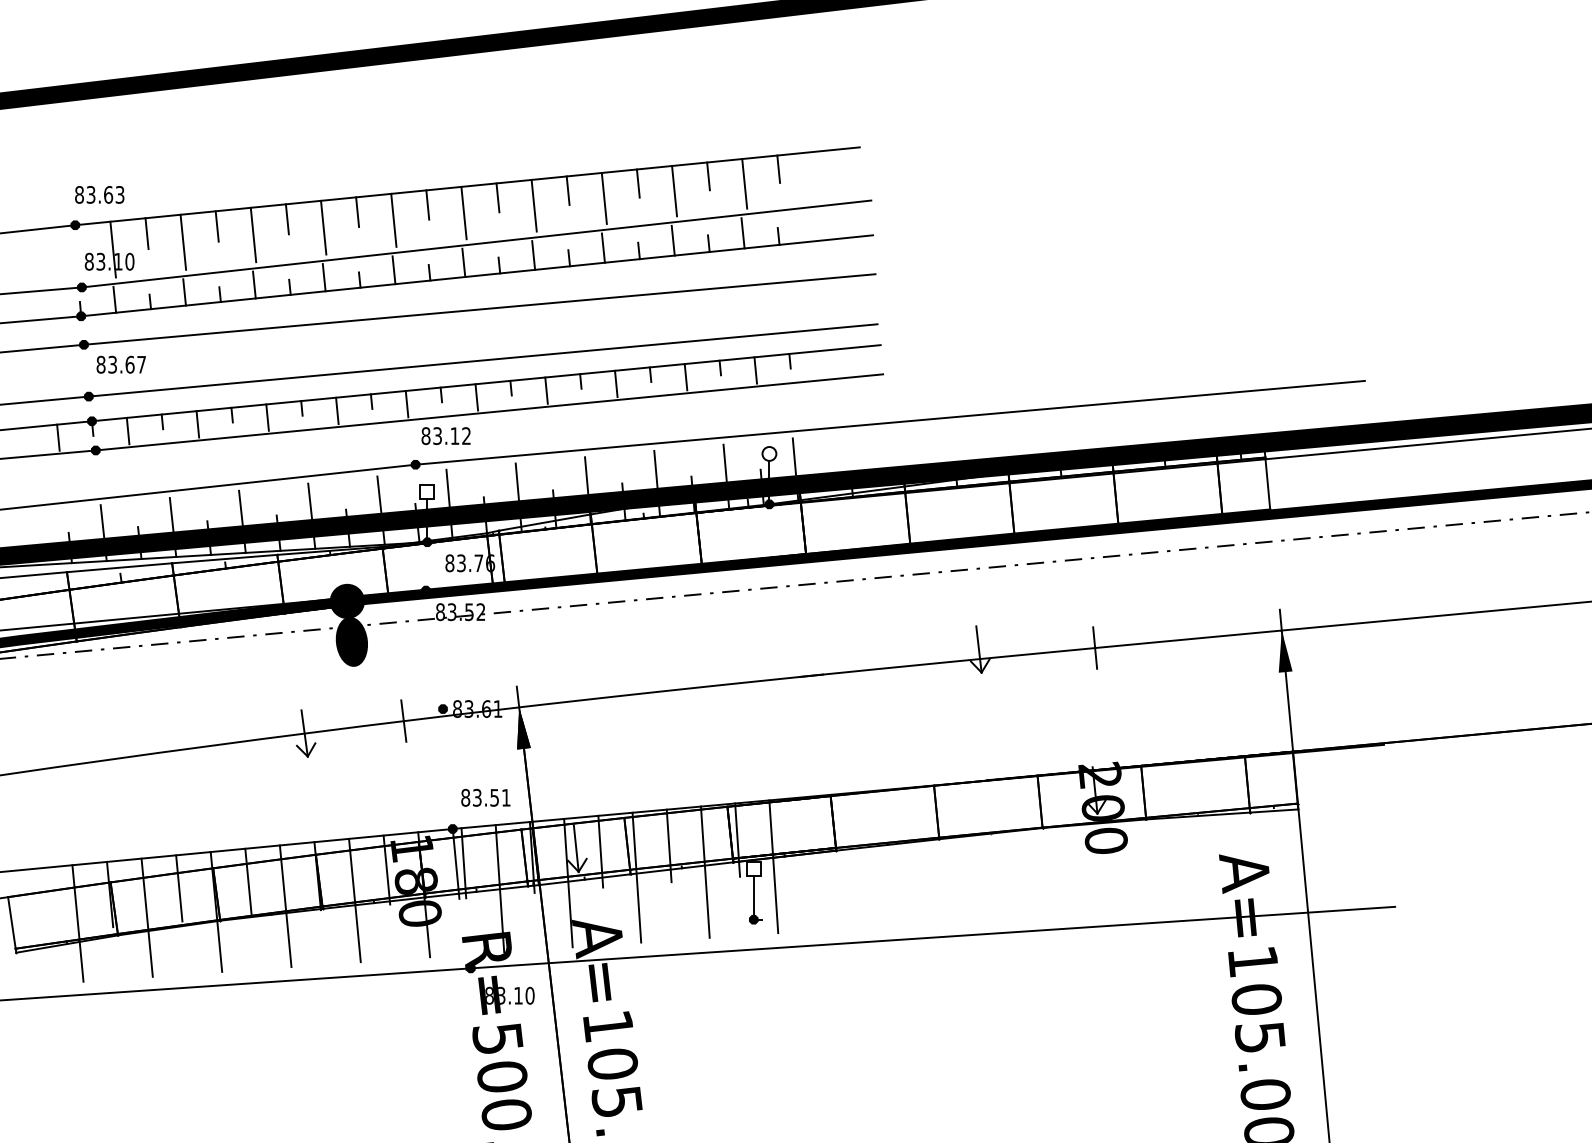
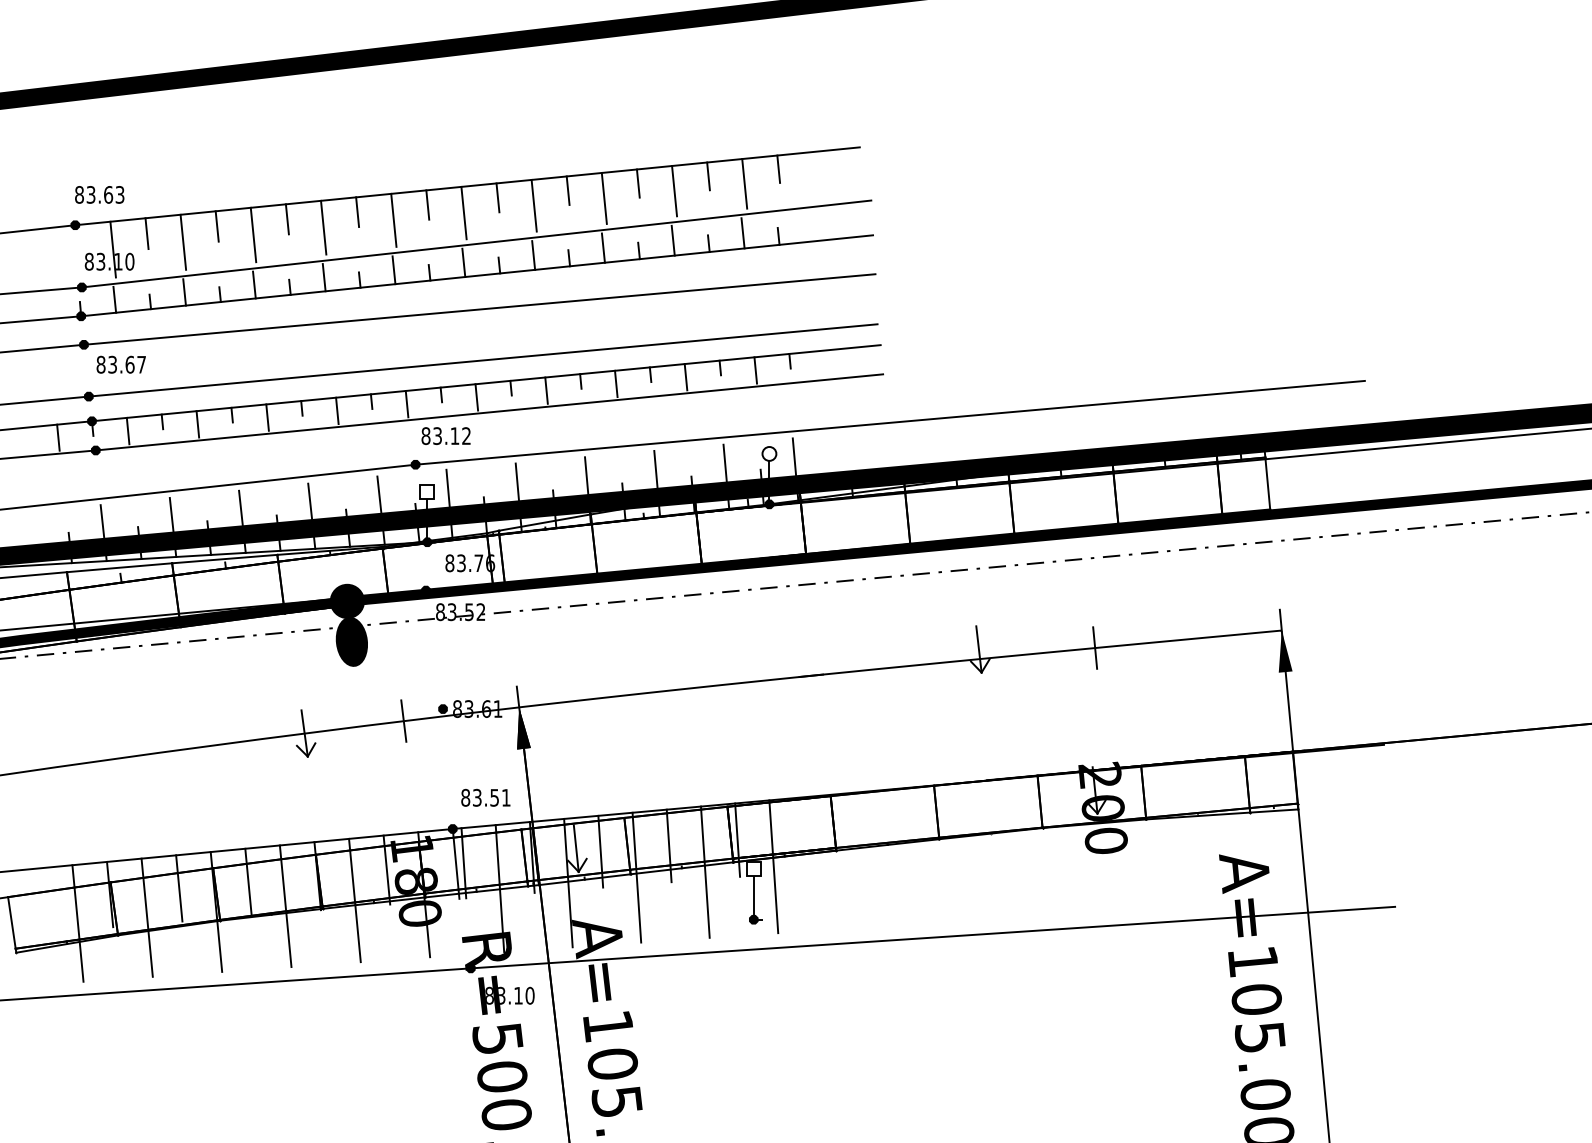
line at (1434, 615): present -> none
